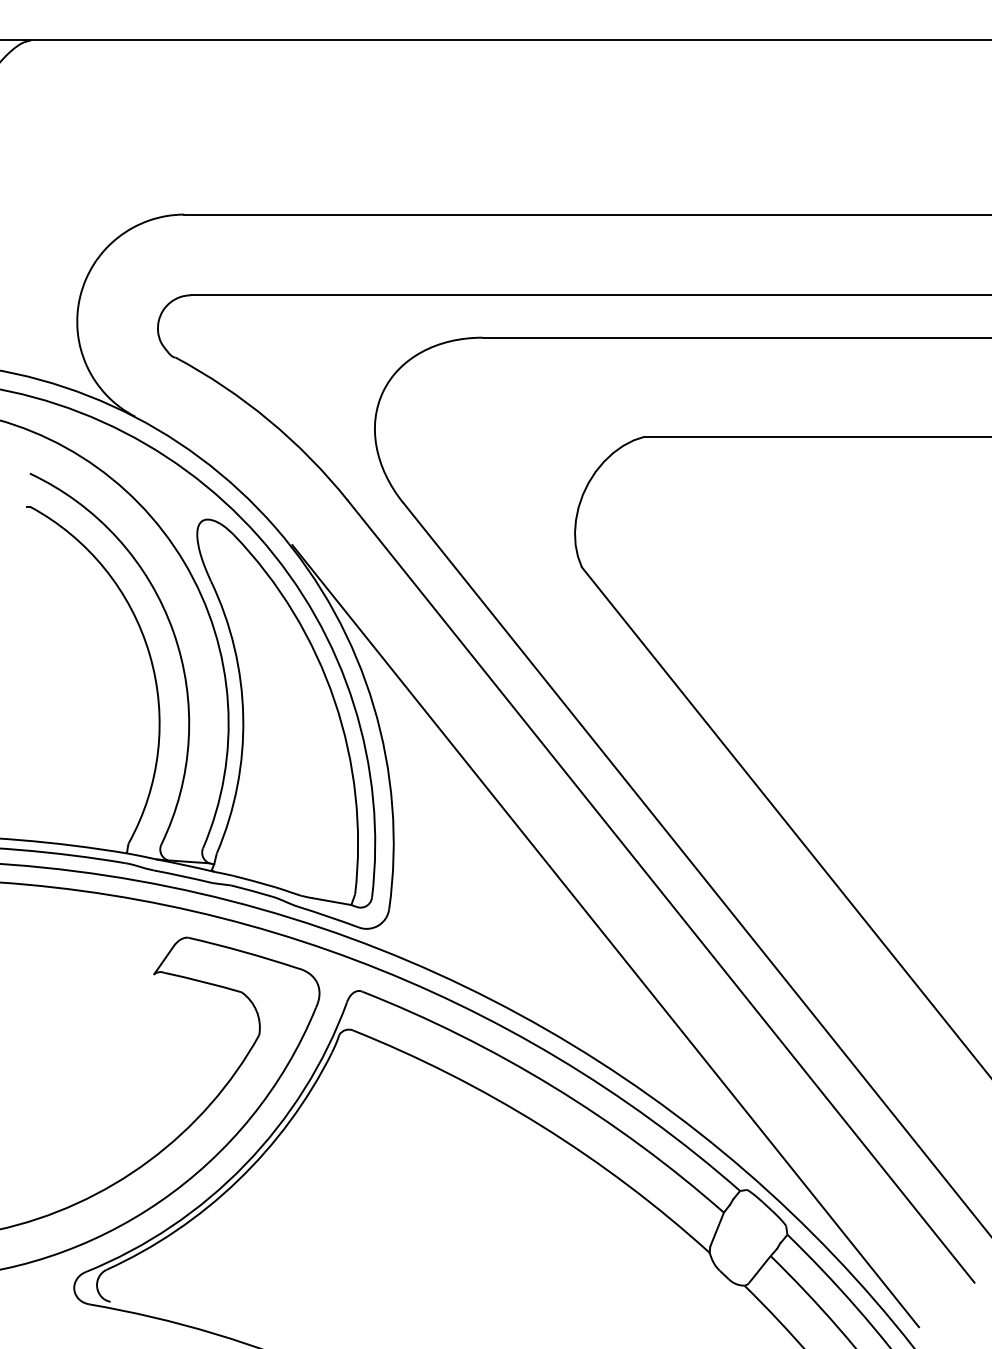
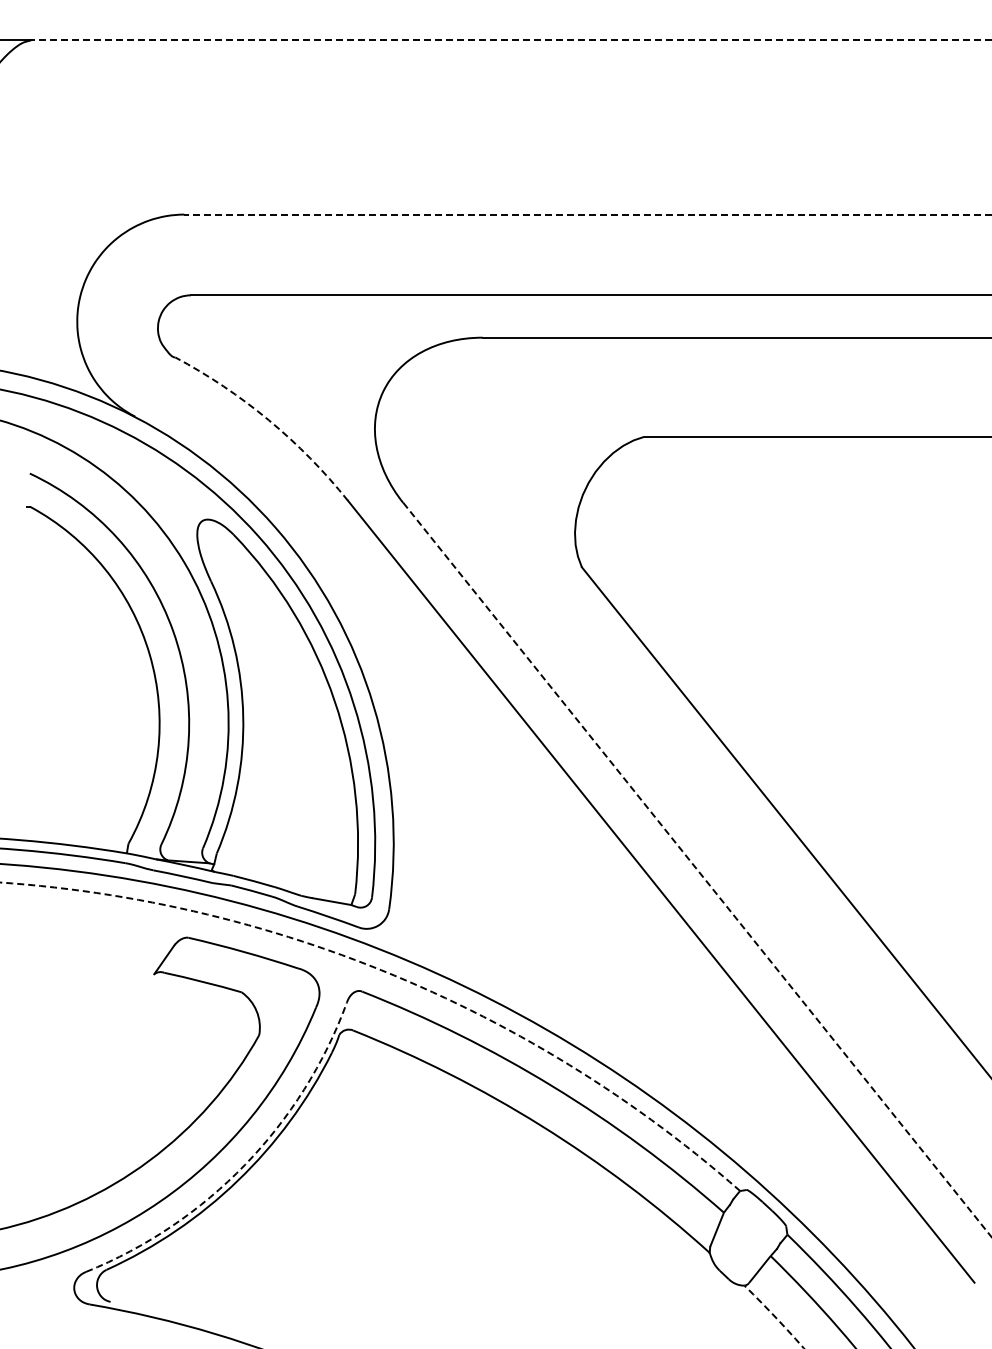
line at (510, 40): solid -> dashed
line at (587, 214): solid -> dashed
arc at (268, 420): solid -> dashed
line at (697, 870): solid -> dashed
line at (605, 936): present -> none
arc at (395, 976): solid -> dashed
arc at (245, 1164): solid -> dashed
arc at (774, 1316): solid -> dashed
